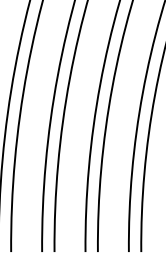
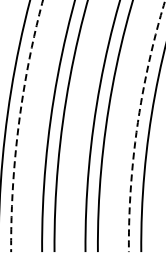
arc at (18, 125): solid -> dashed
arc at (137, 125): solid -> dashed
